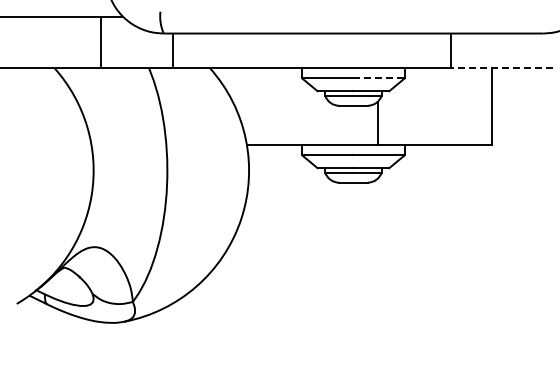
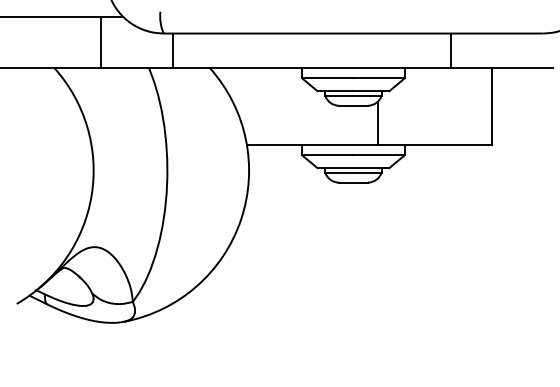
line at (501, 68): dashed -> solid
line at (379, 78): dashed -> solid
